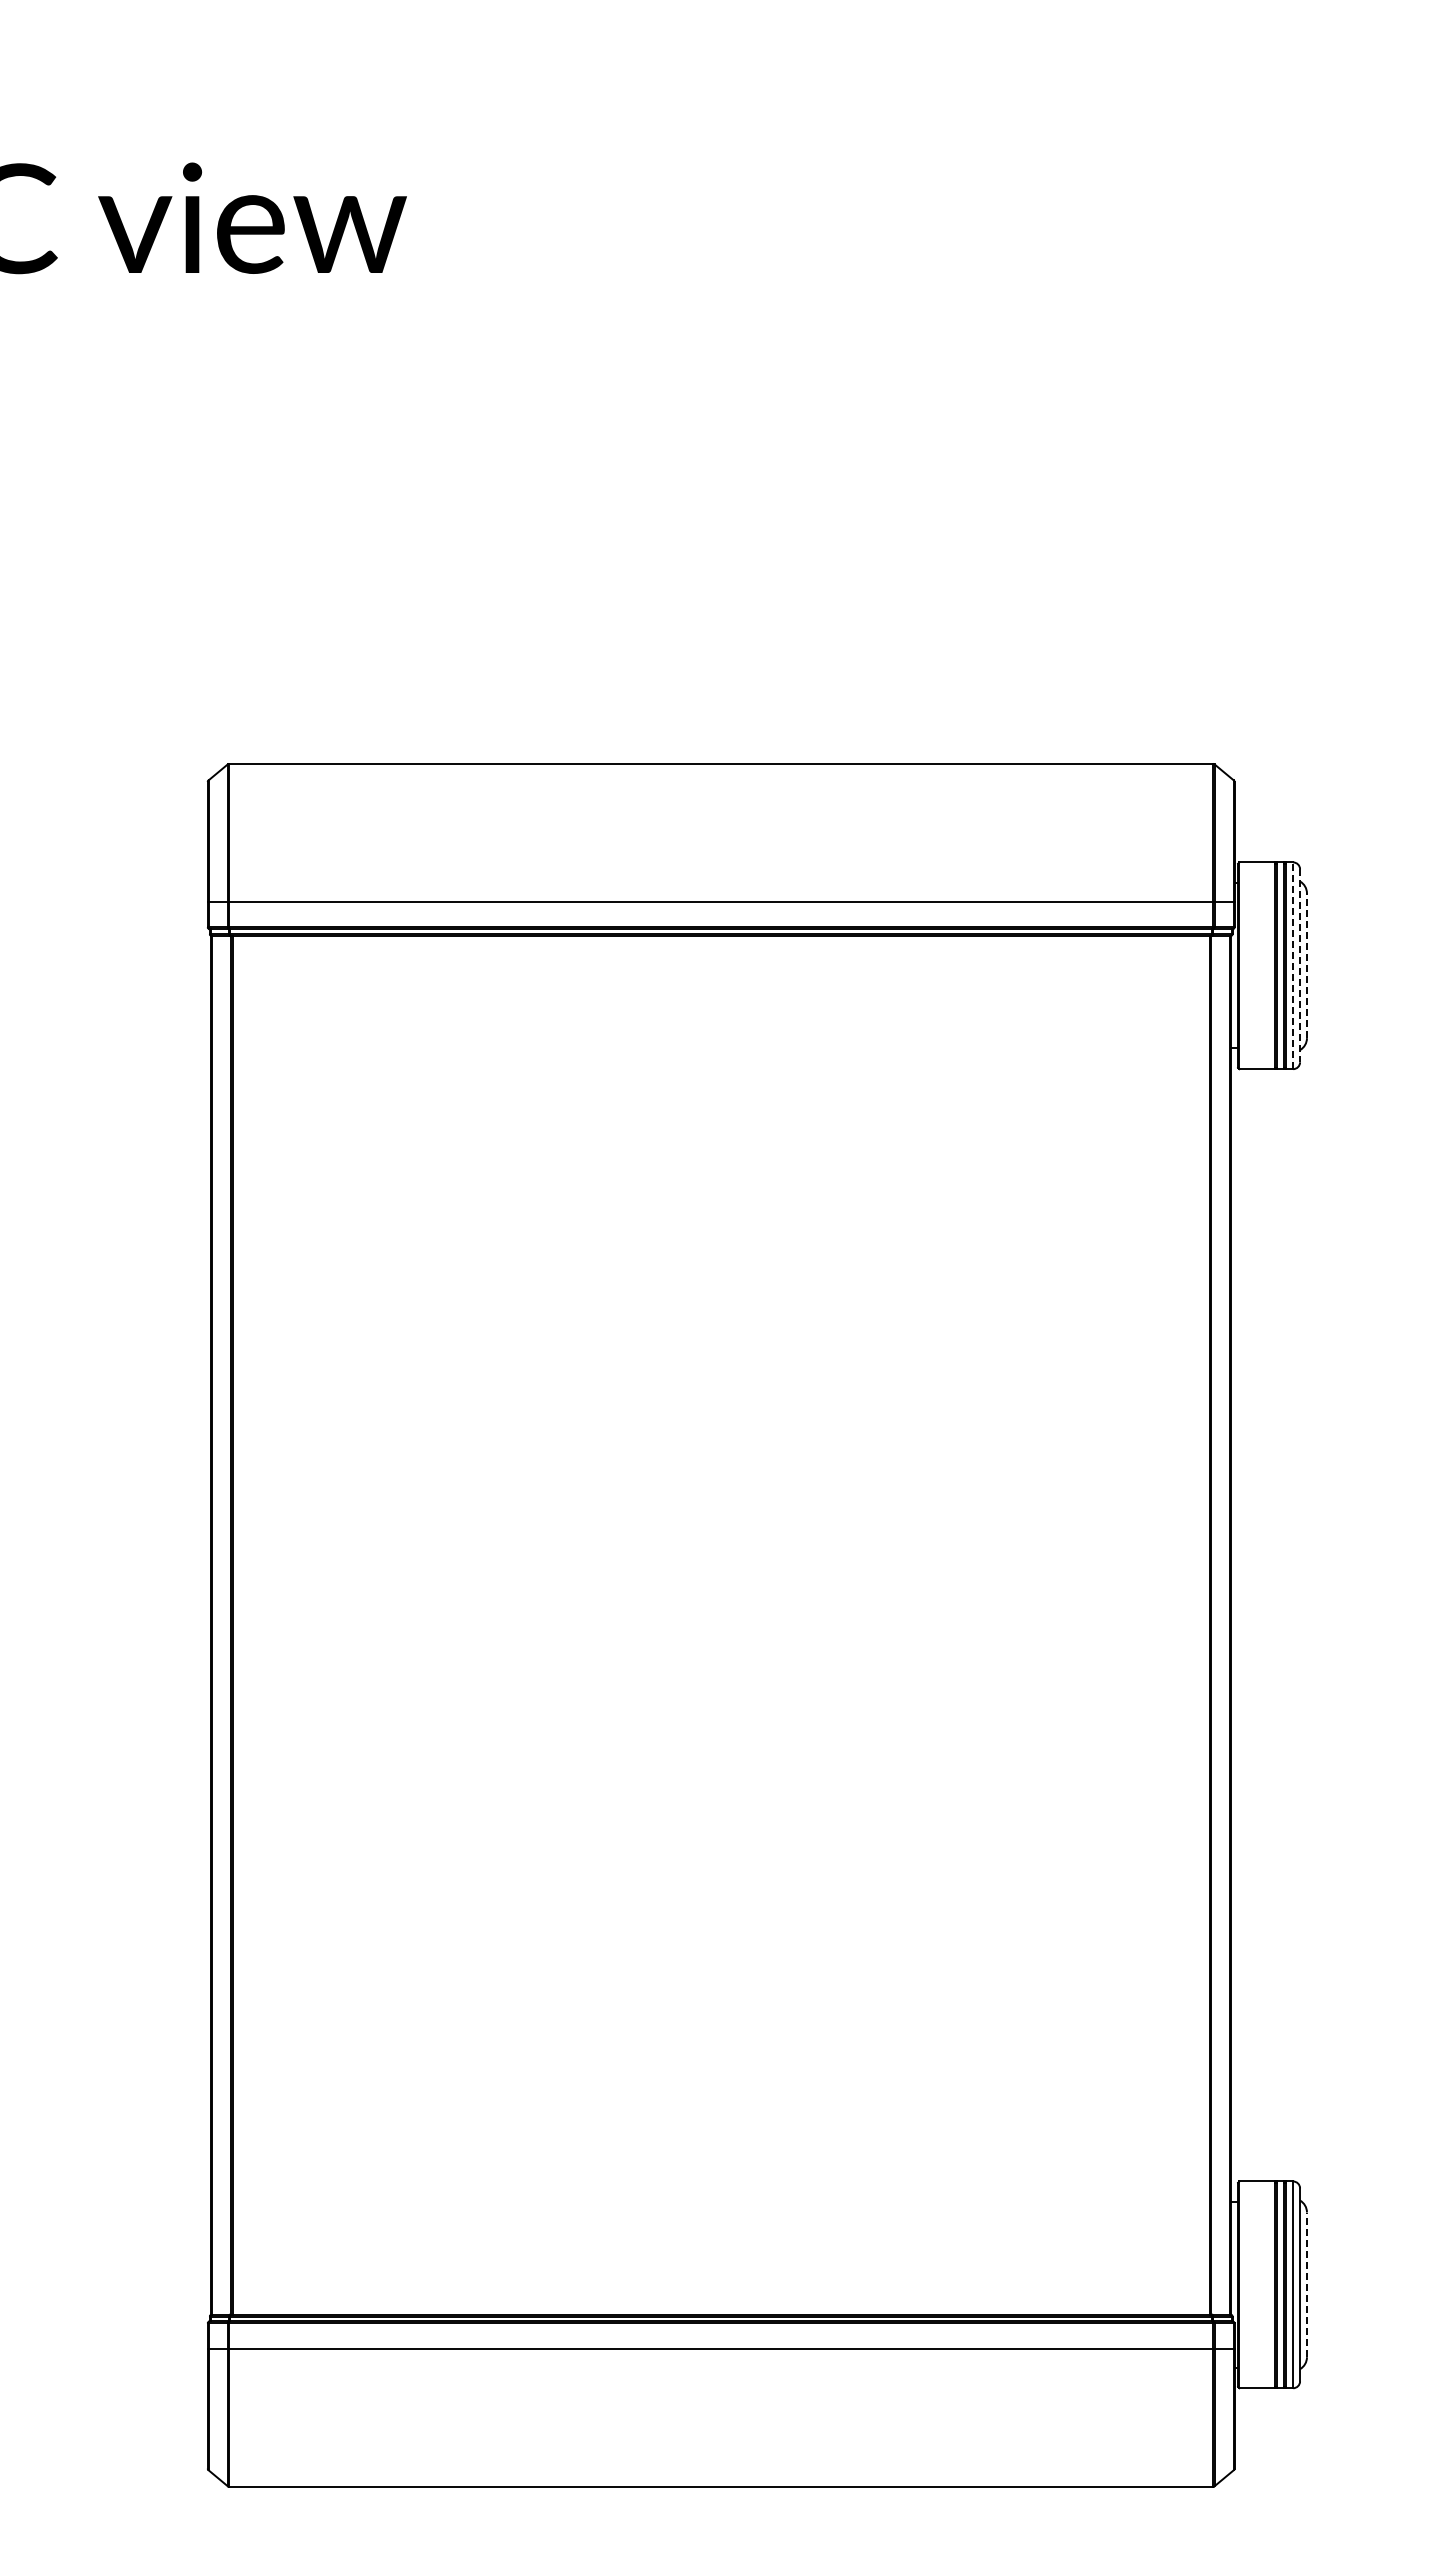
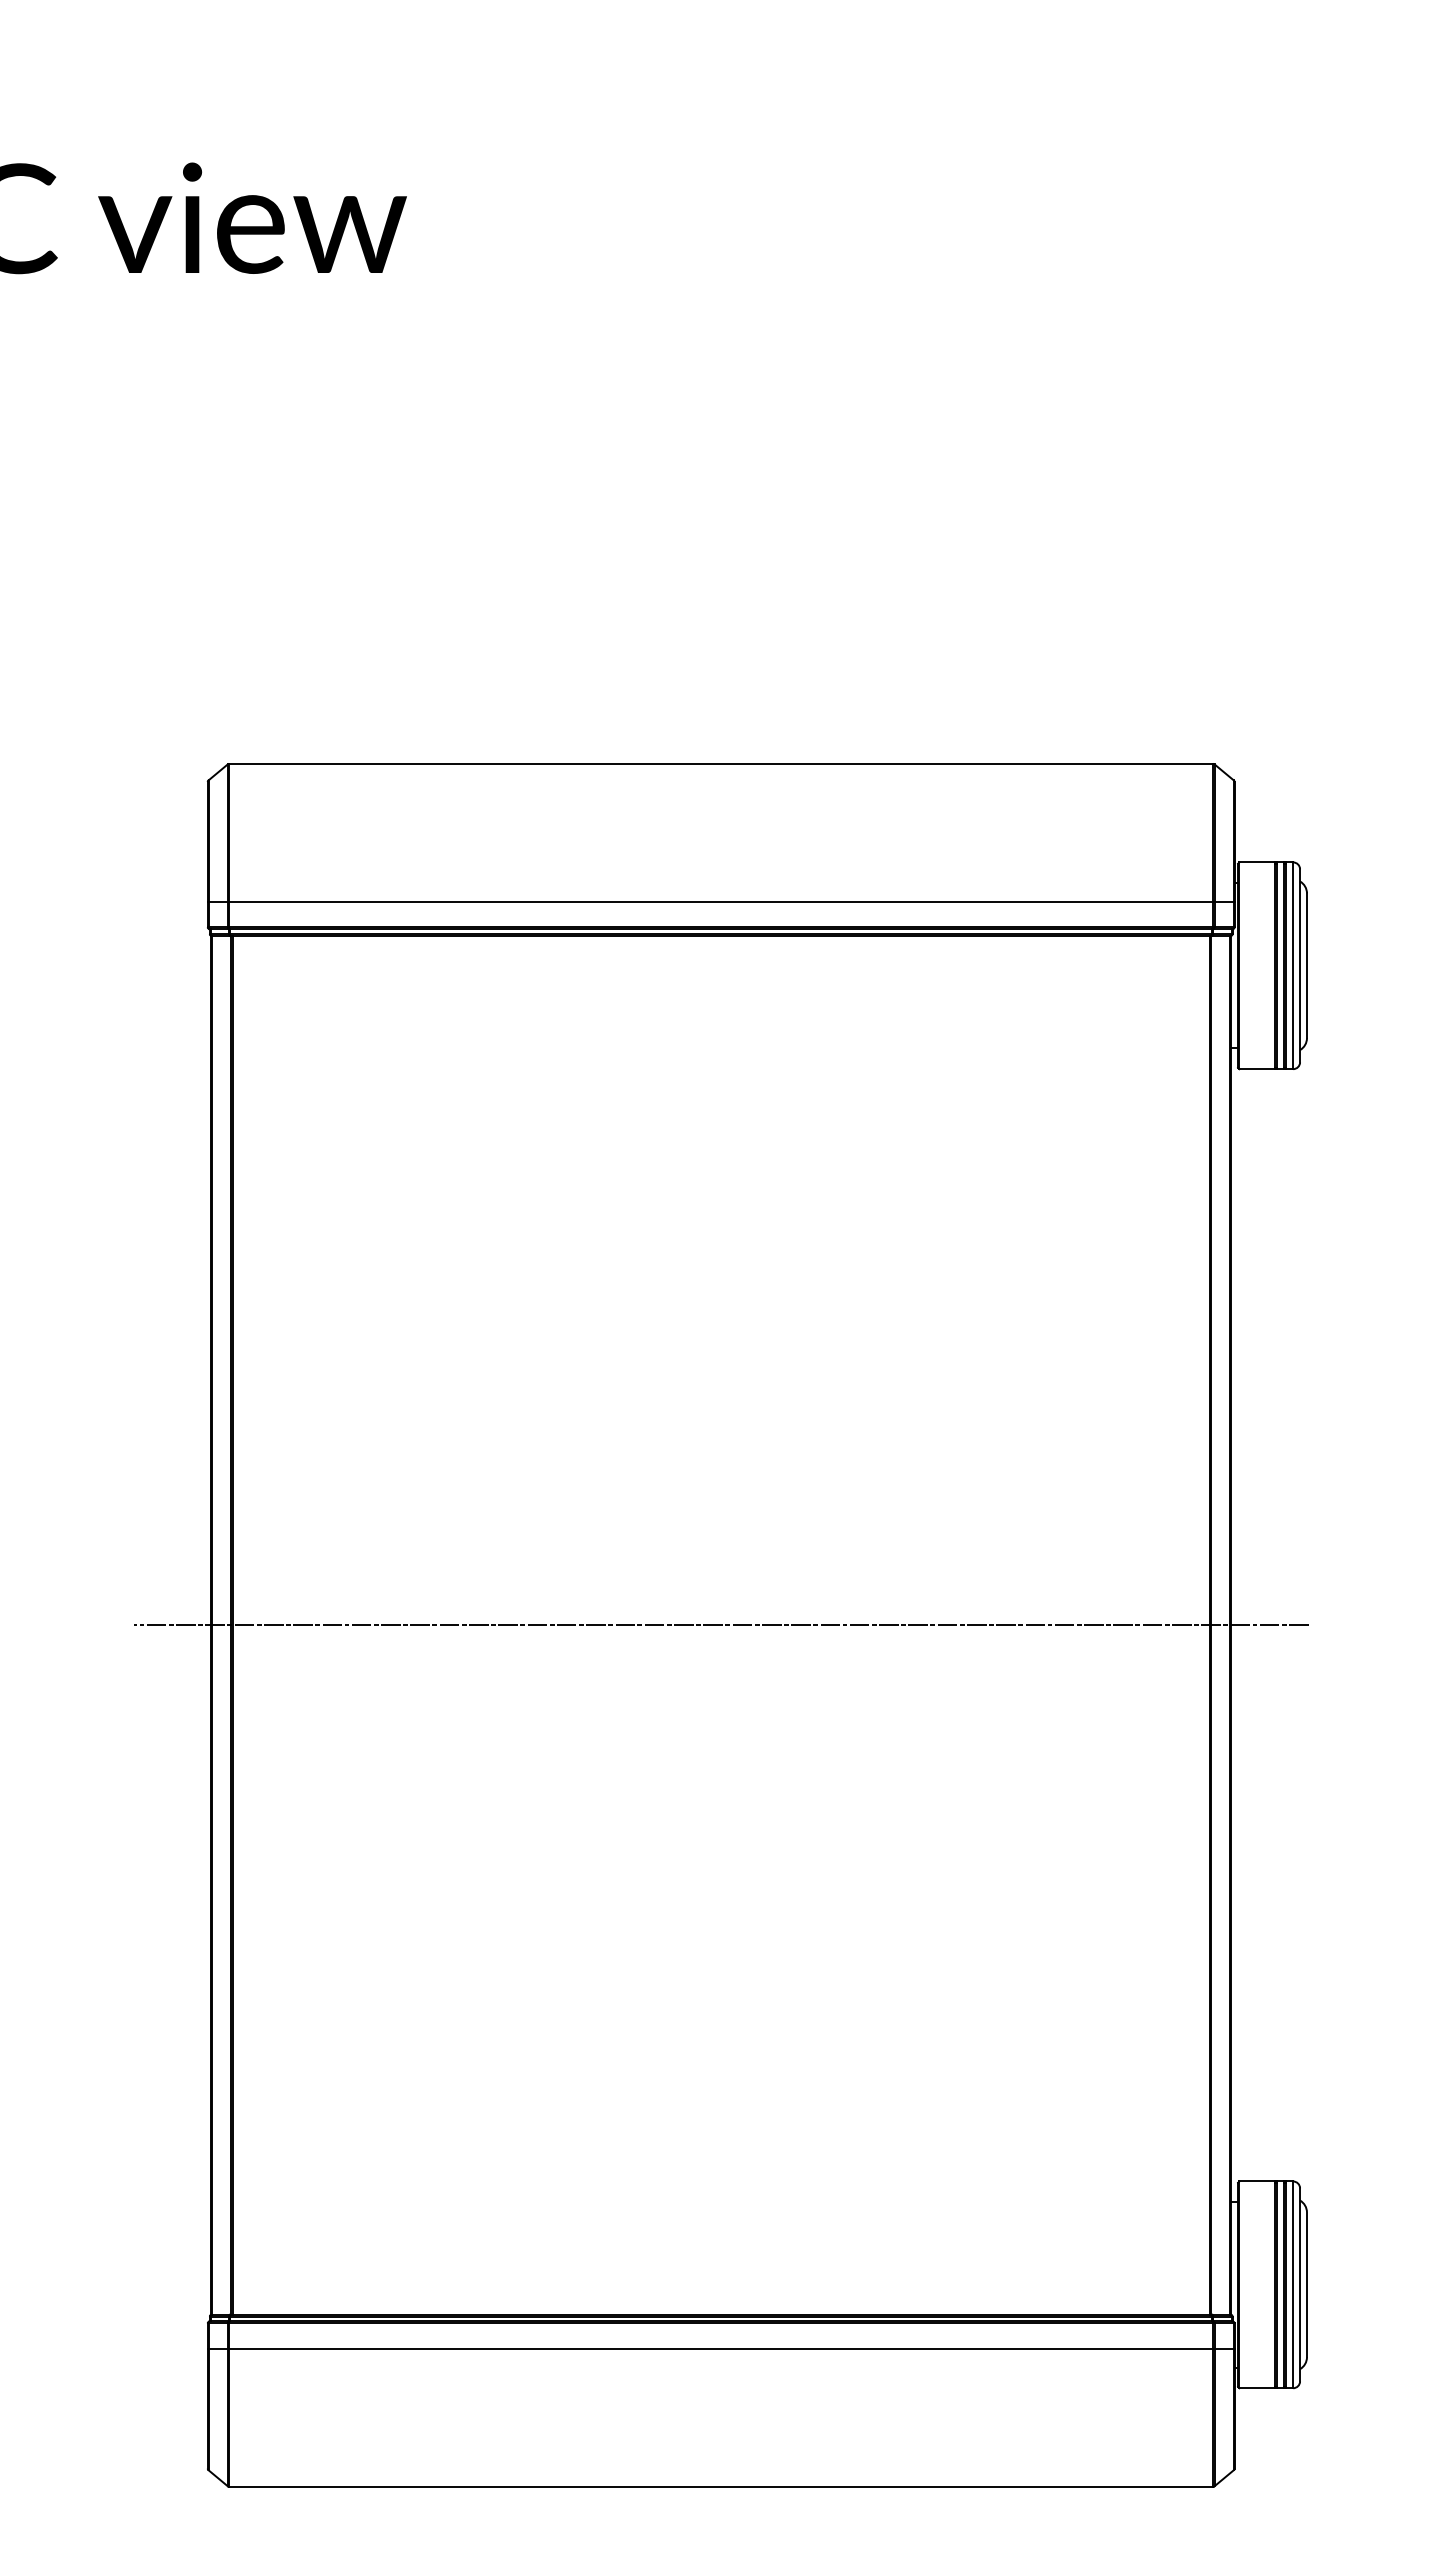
line at (1293, 965): dashed -> solid
line at (1306, 965): dashed -> solid
line at (1300, 966): dashed -> solid
line at (720, 1625): none -> present
line at (1306, 2284): dashed -> solid
